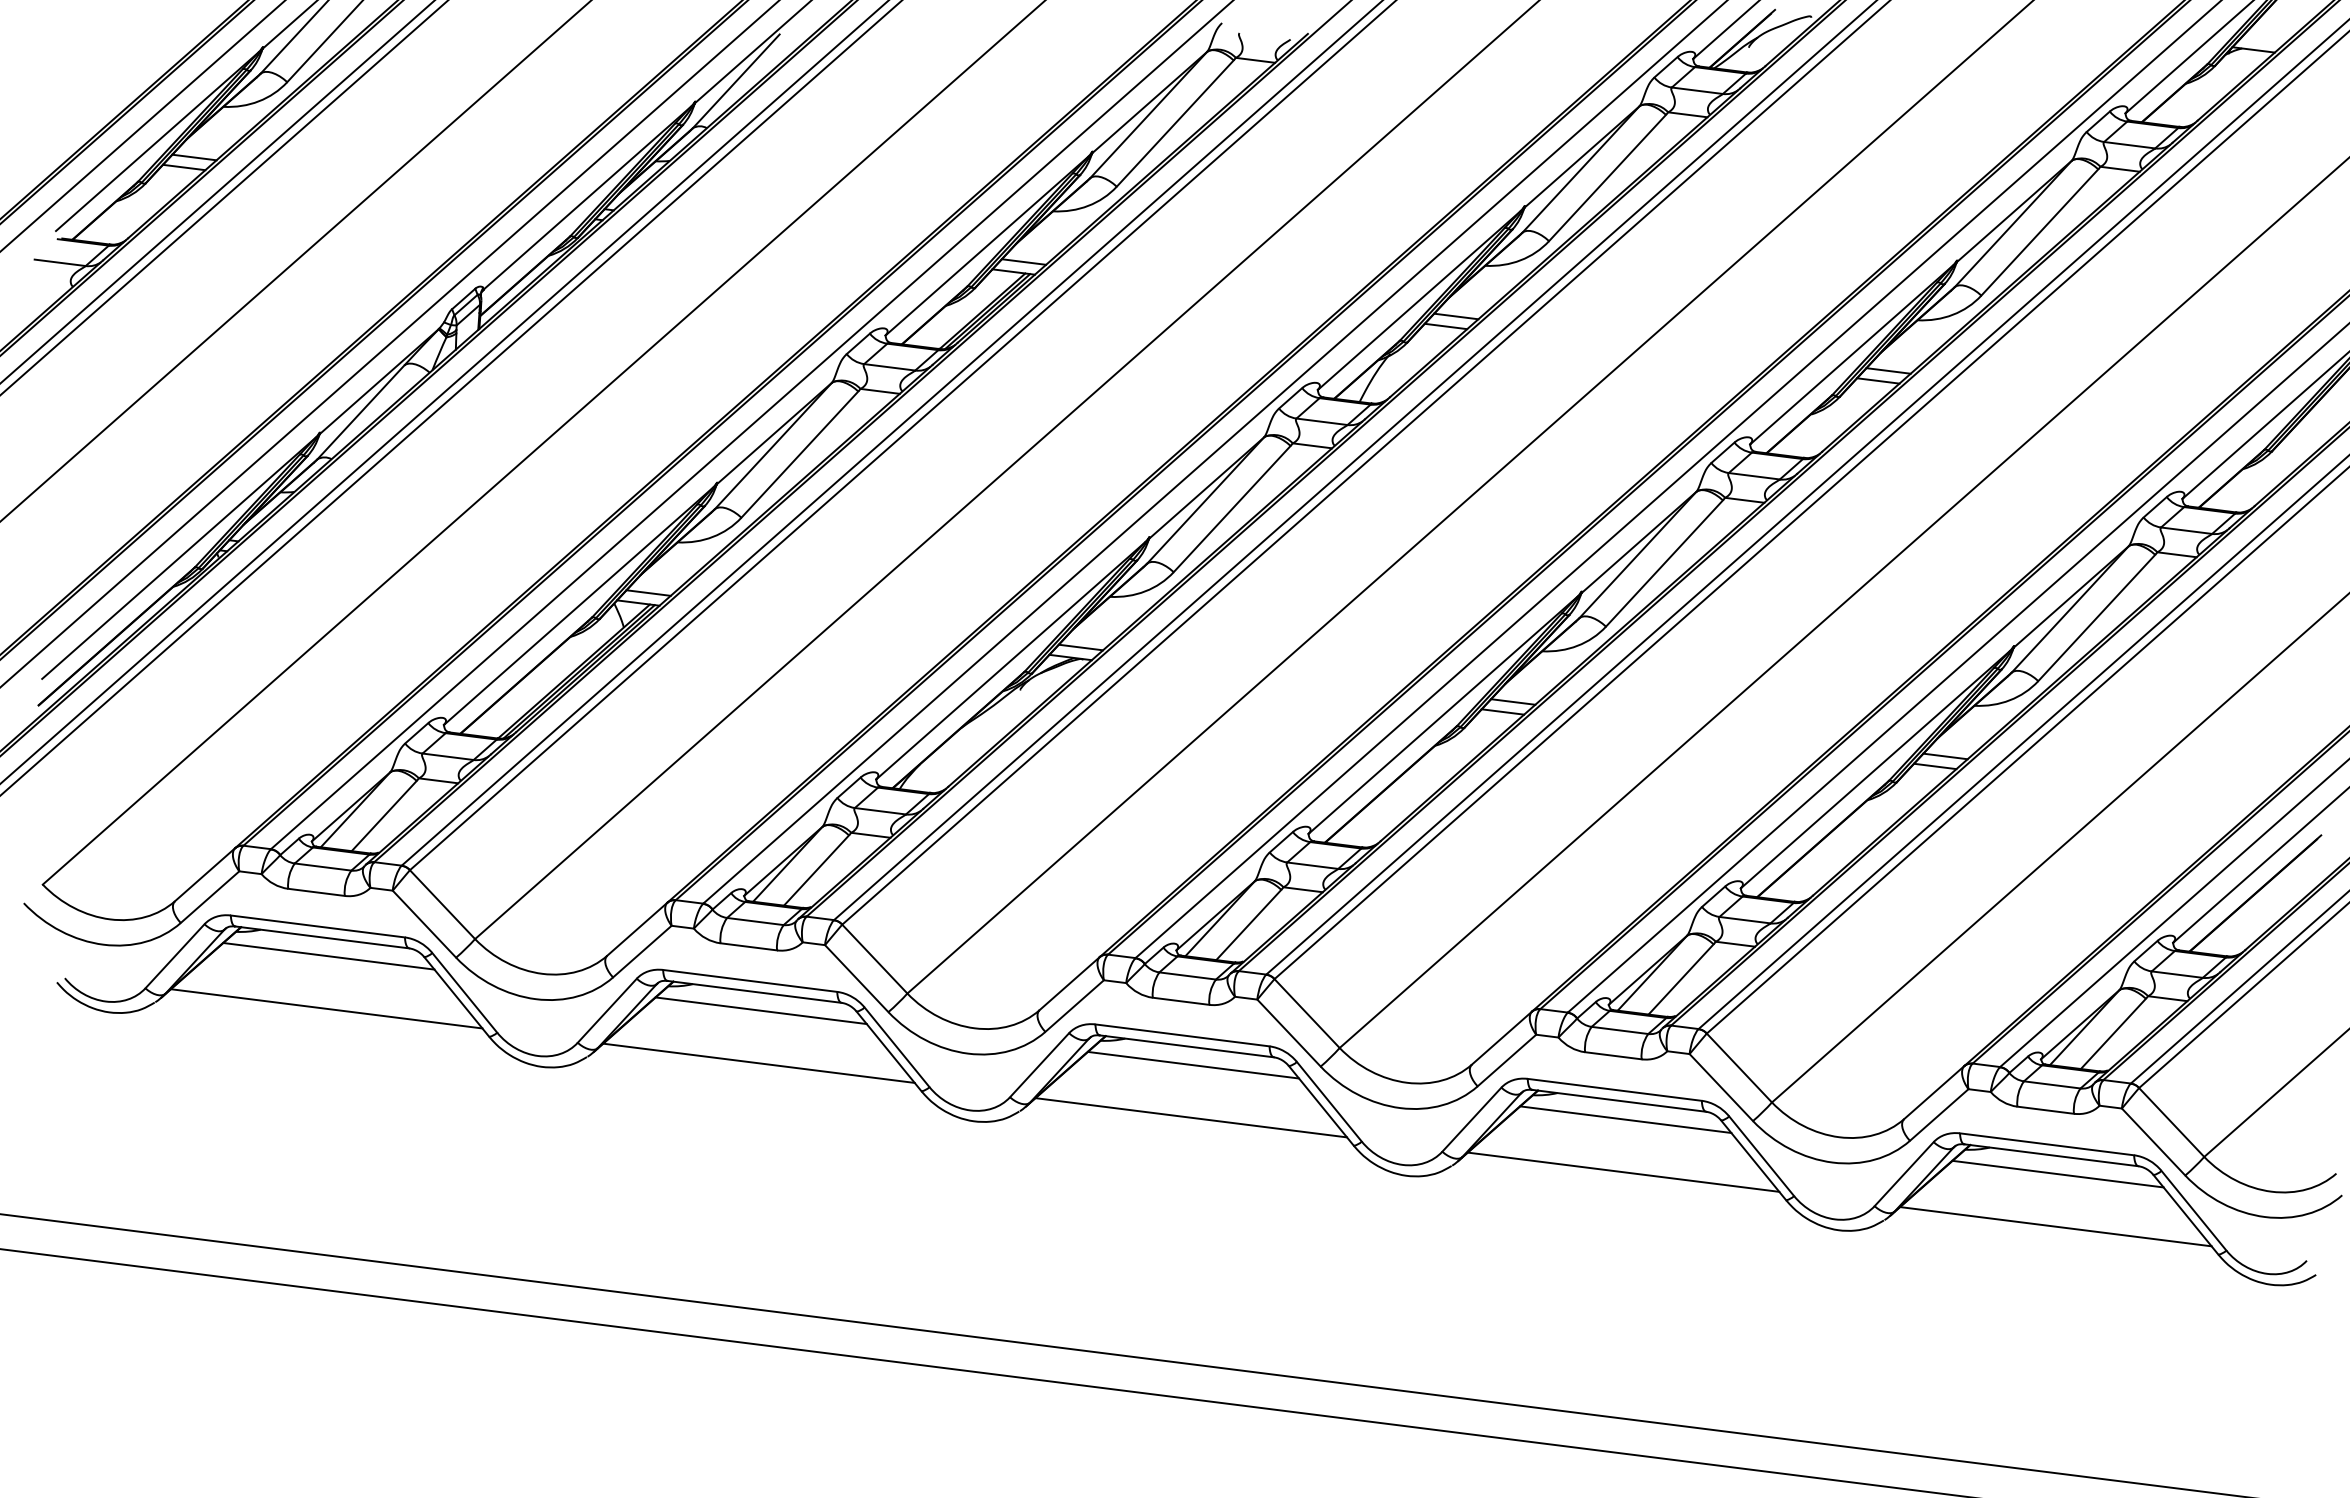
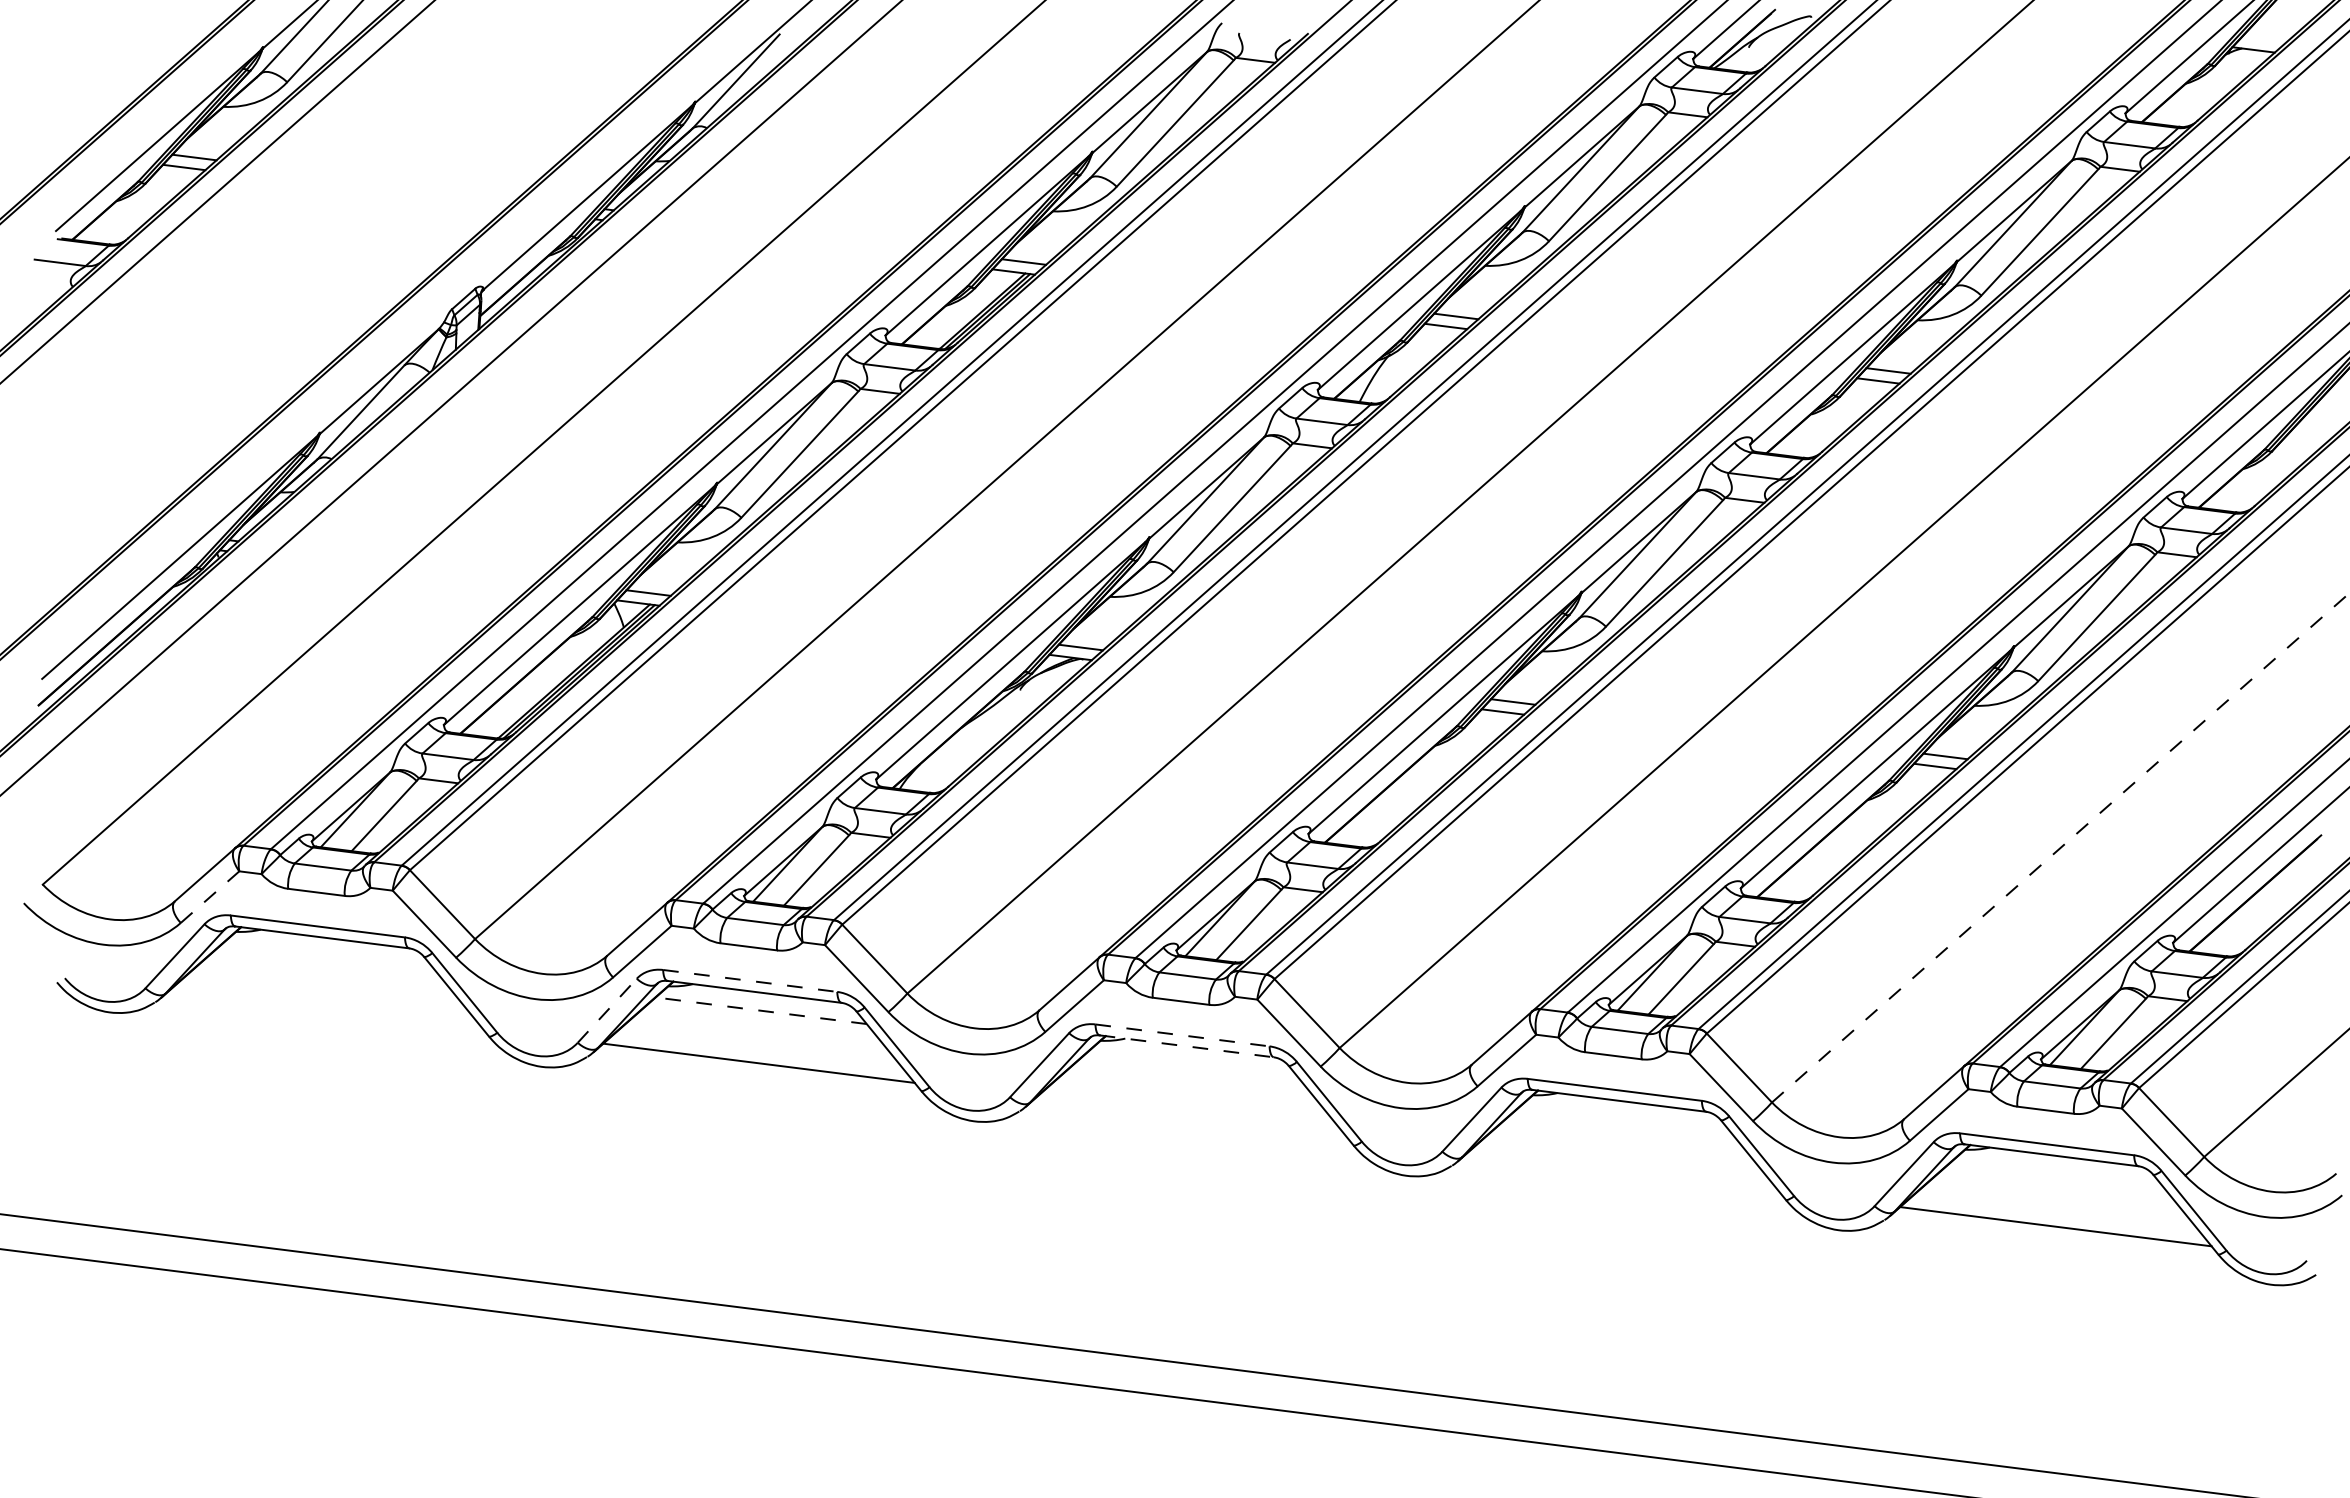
line at (142, 125): present -> none
line at (224, 197): present -> none
line at (295, 260): present -> none
line at (389, 344): present -> none
line at (444, 392): present -> none
line at (2060, 847): solid -> dashed
line at (209, 897): solid -> dashed
line at (328, 956): present -> none
line at (750, 980): solid -> dashed
line at (326, 1008): present -> none
line at (607, 1010): solid -> dashed
line at (760, 1010): solid -> dashed
line at (1182, 1035): solid -> dashed
line at (1186, 1046): solid -> dashed
line at (1193, 1064): present -> none
line at (1191, 1117): present -> none
line at (1625, 1119): present -> none
line at (1623, 1171): present -> none
line at (2057, 1173): present -> none
